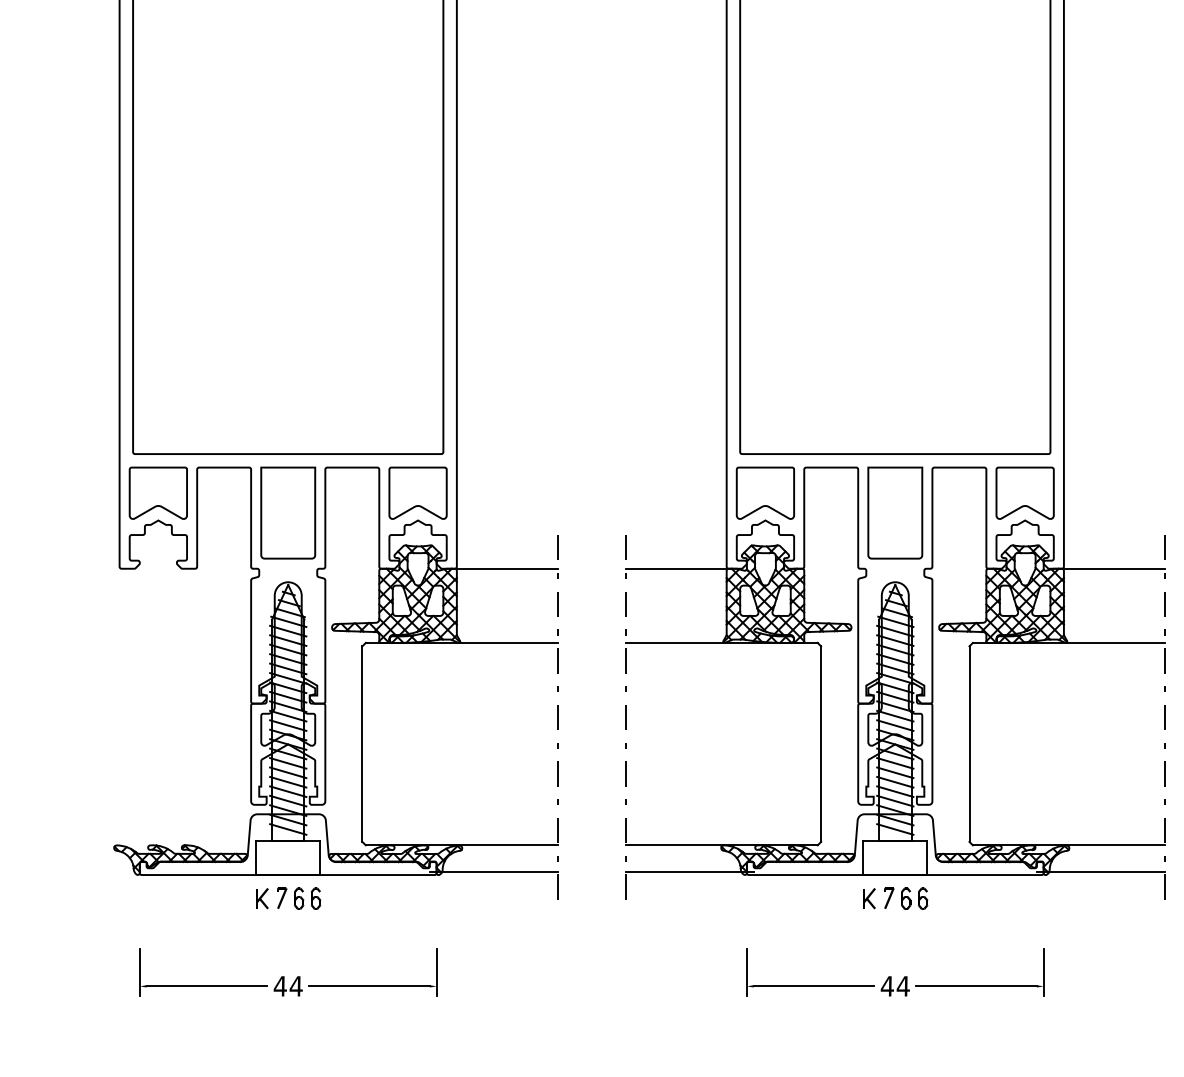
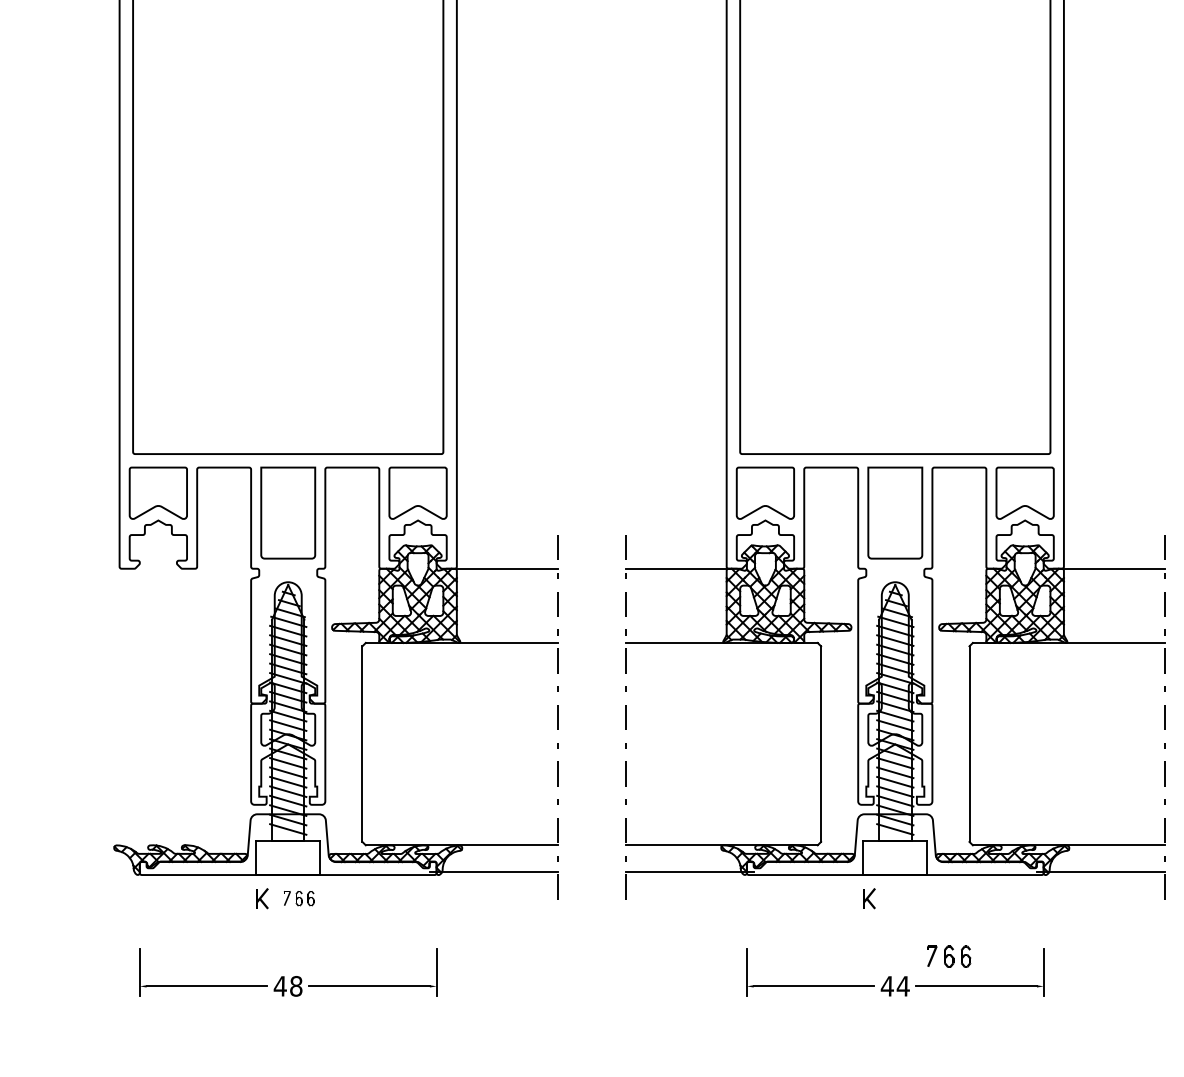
part at (299, 898) size: 45x23 px -> 31x16 px
part at (906, 898) position: (906, 898) -> (949, 956)
text at (295, 986): 44 -> 48
